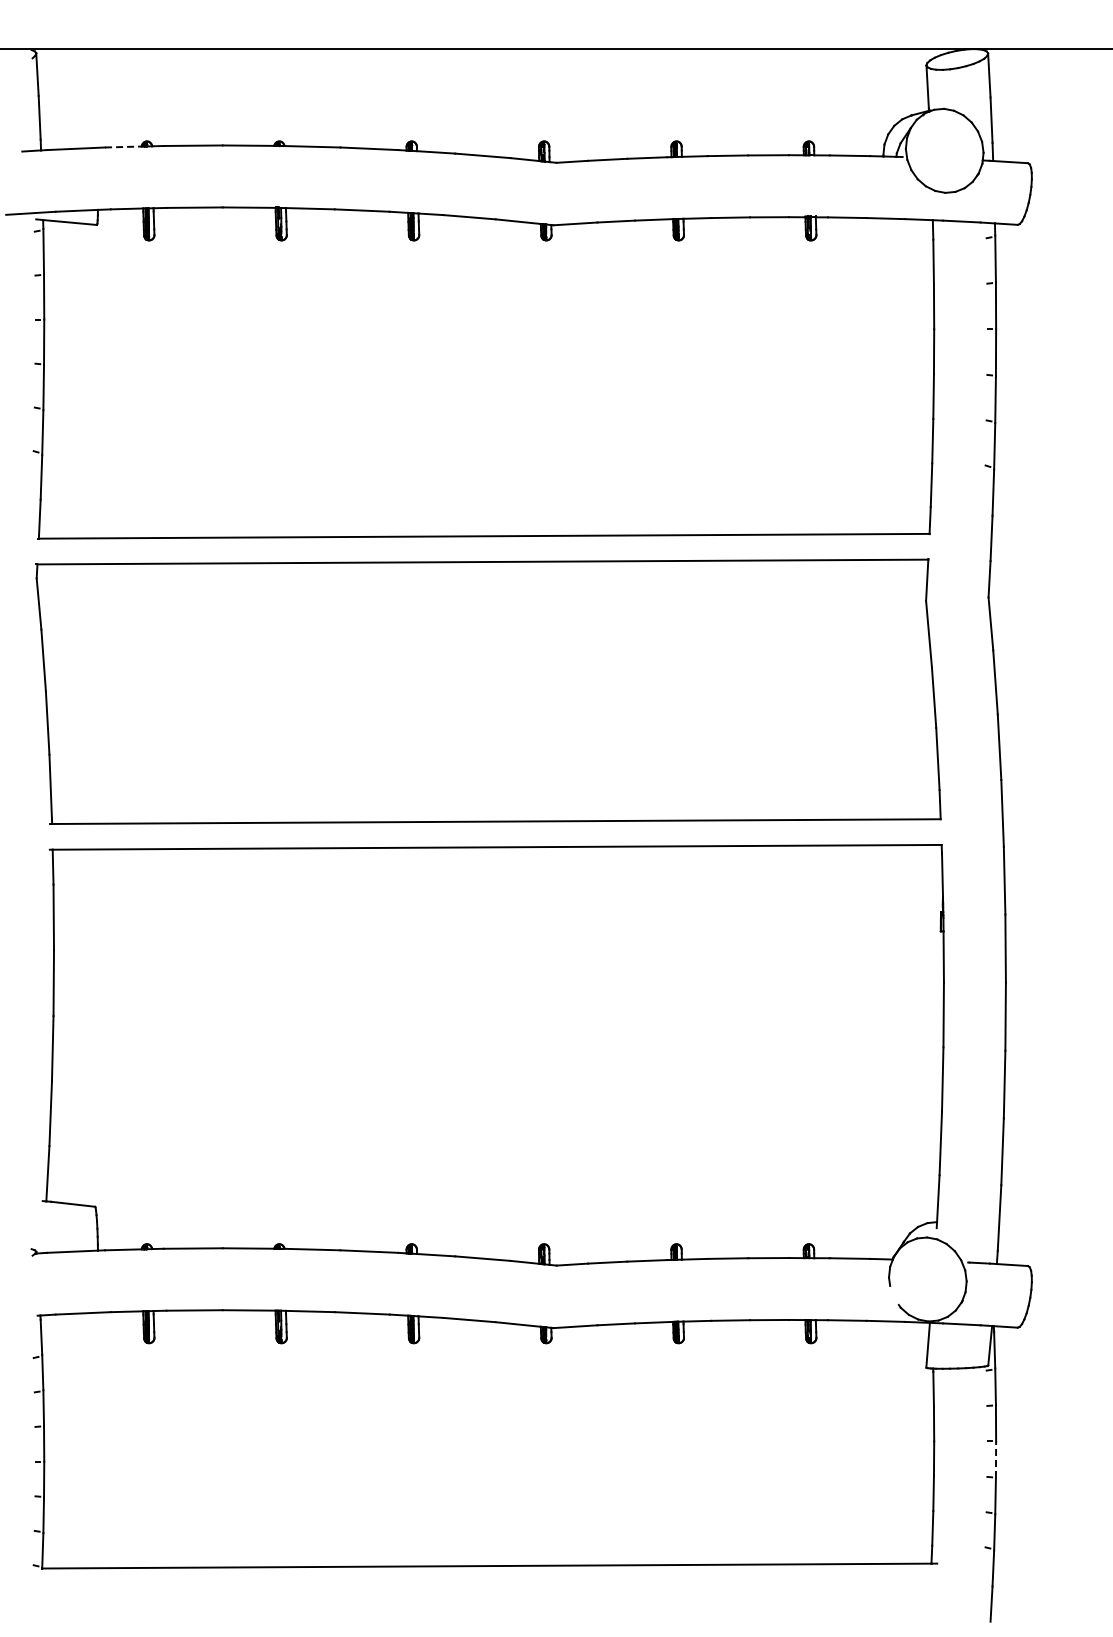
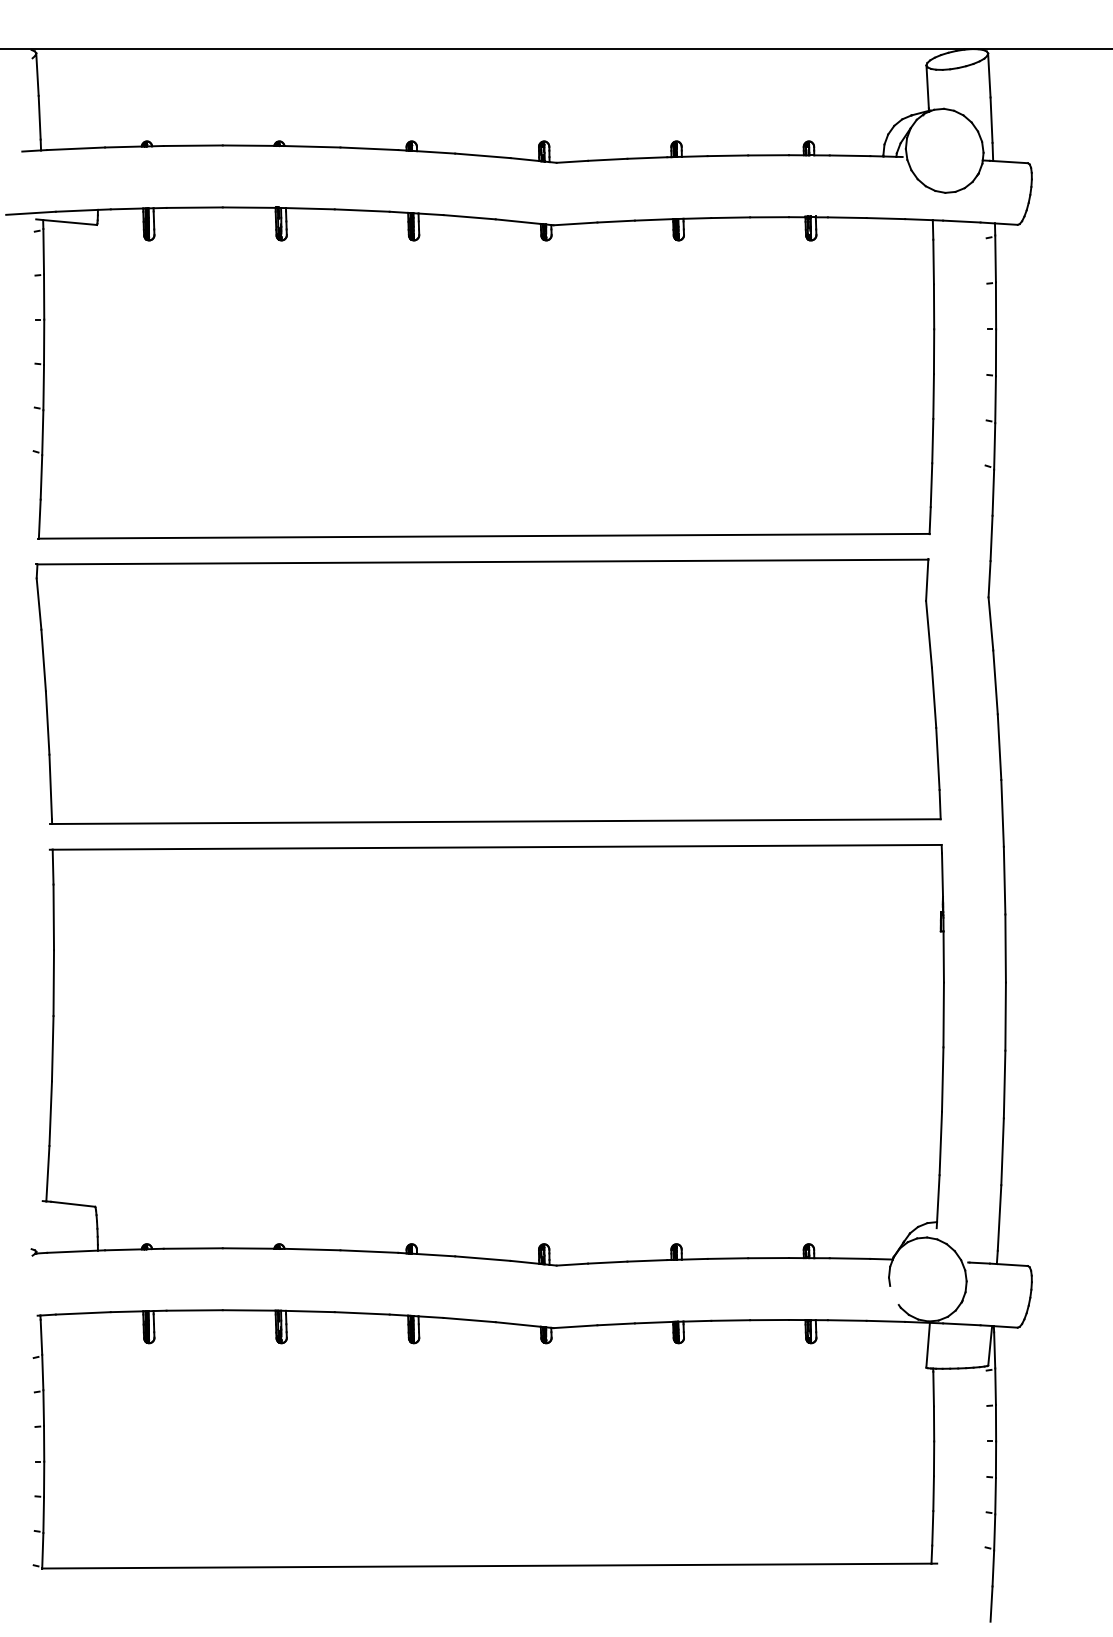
line at (123, 147): dashed -> solid
line at (996, 1459): dashed -> solid
